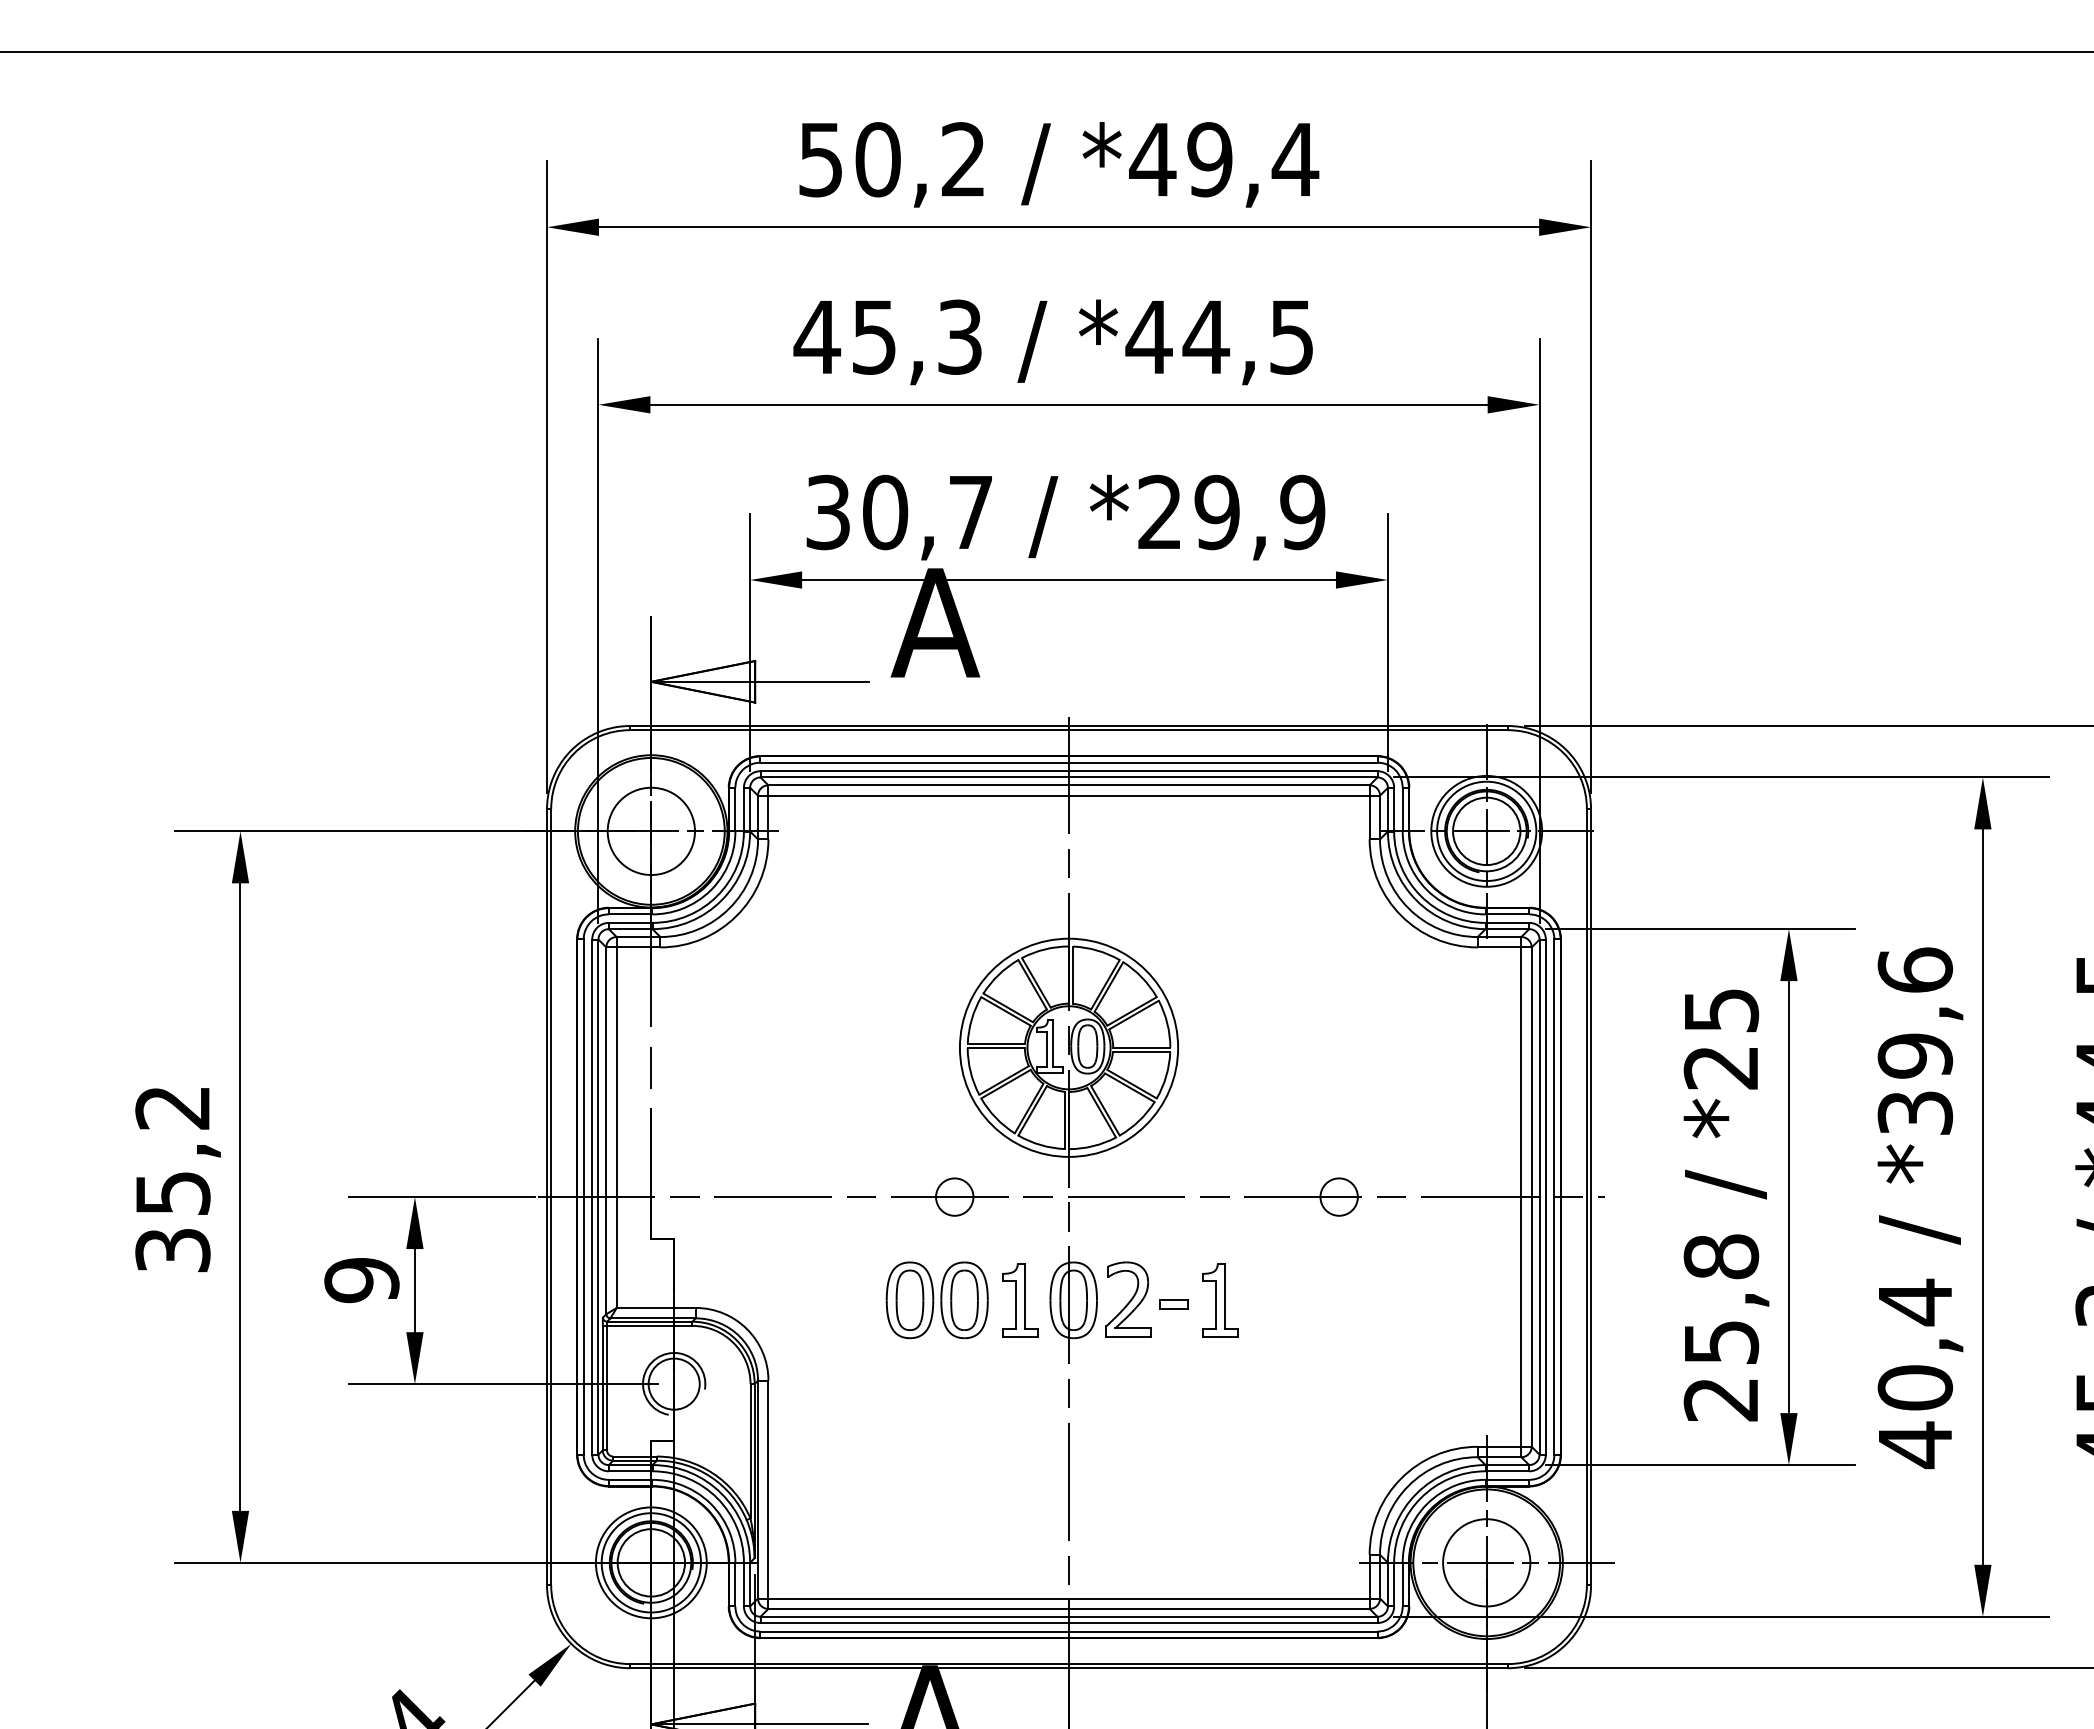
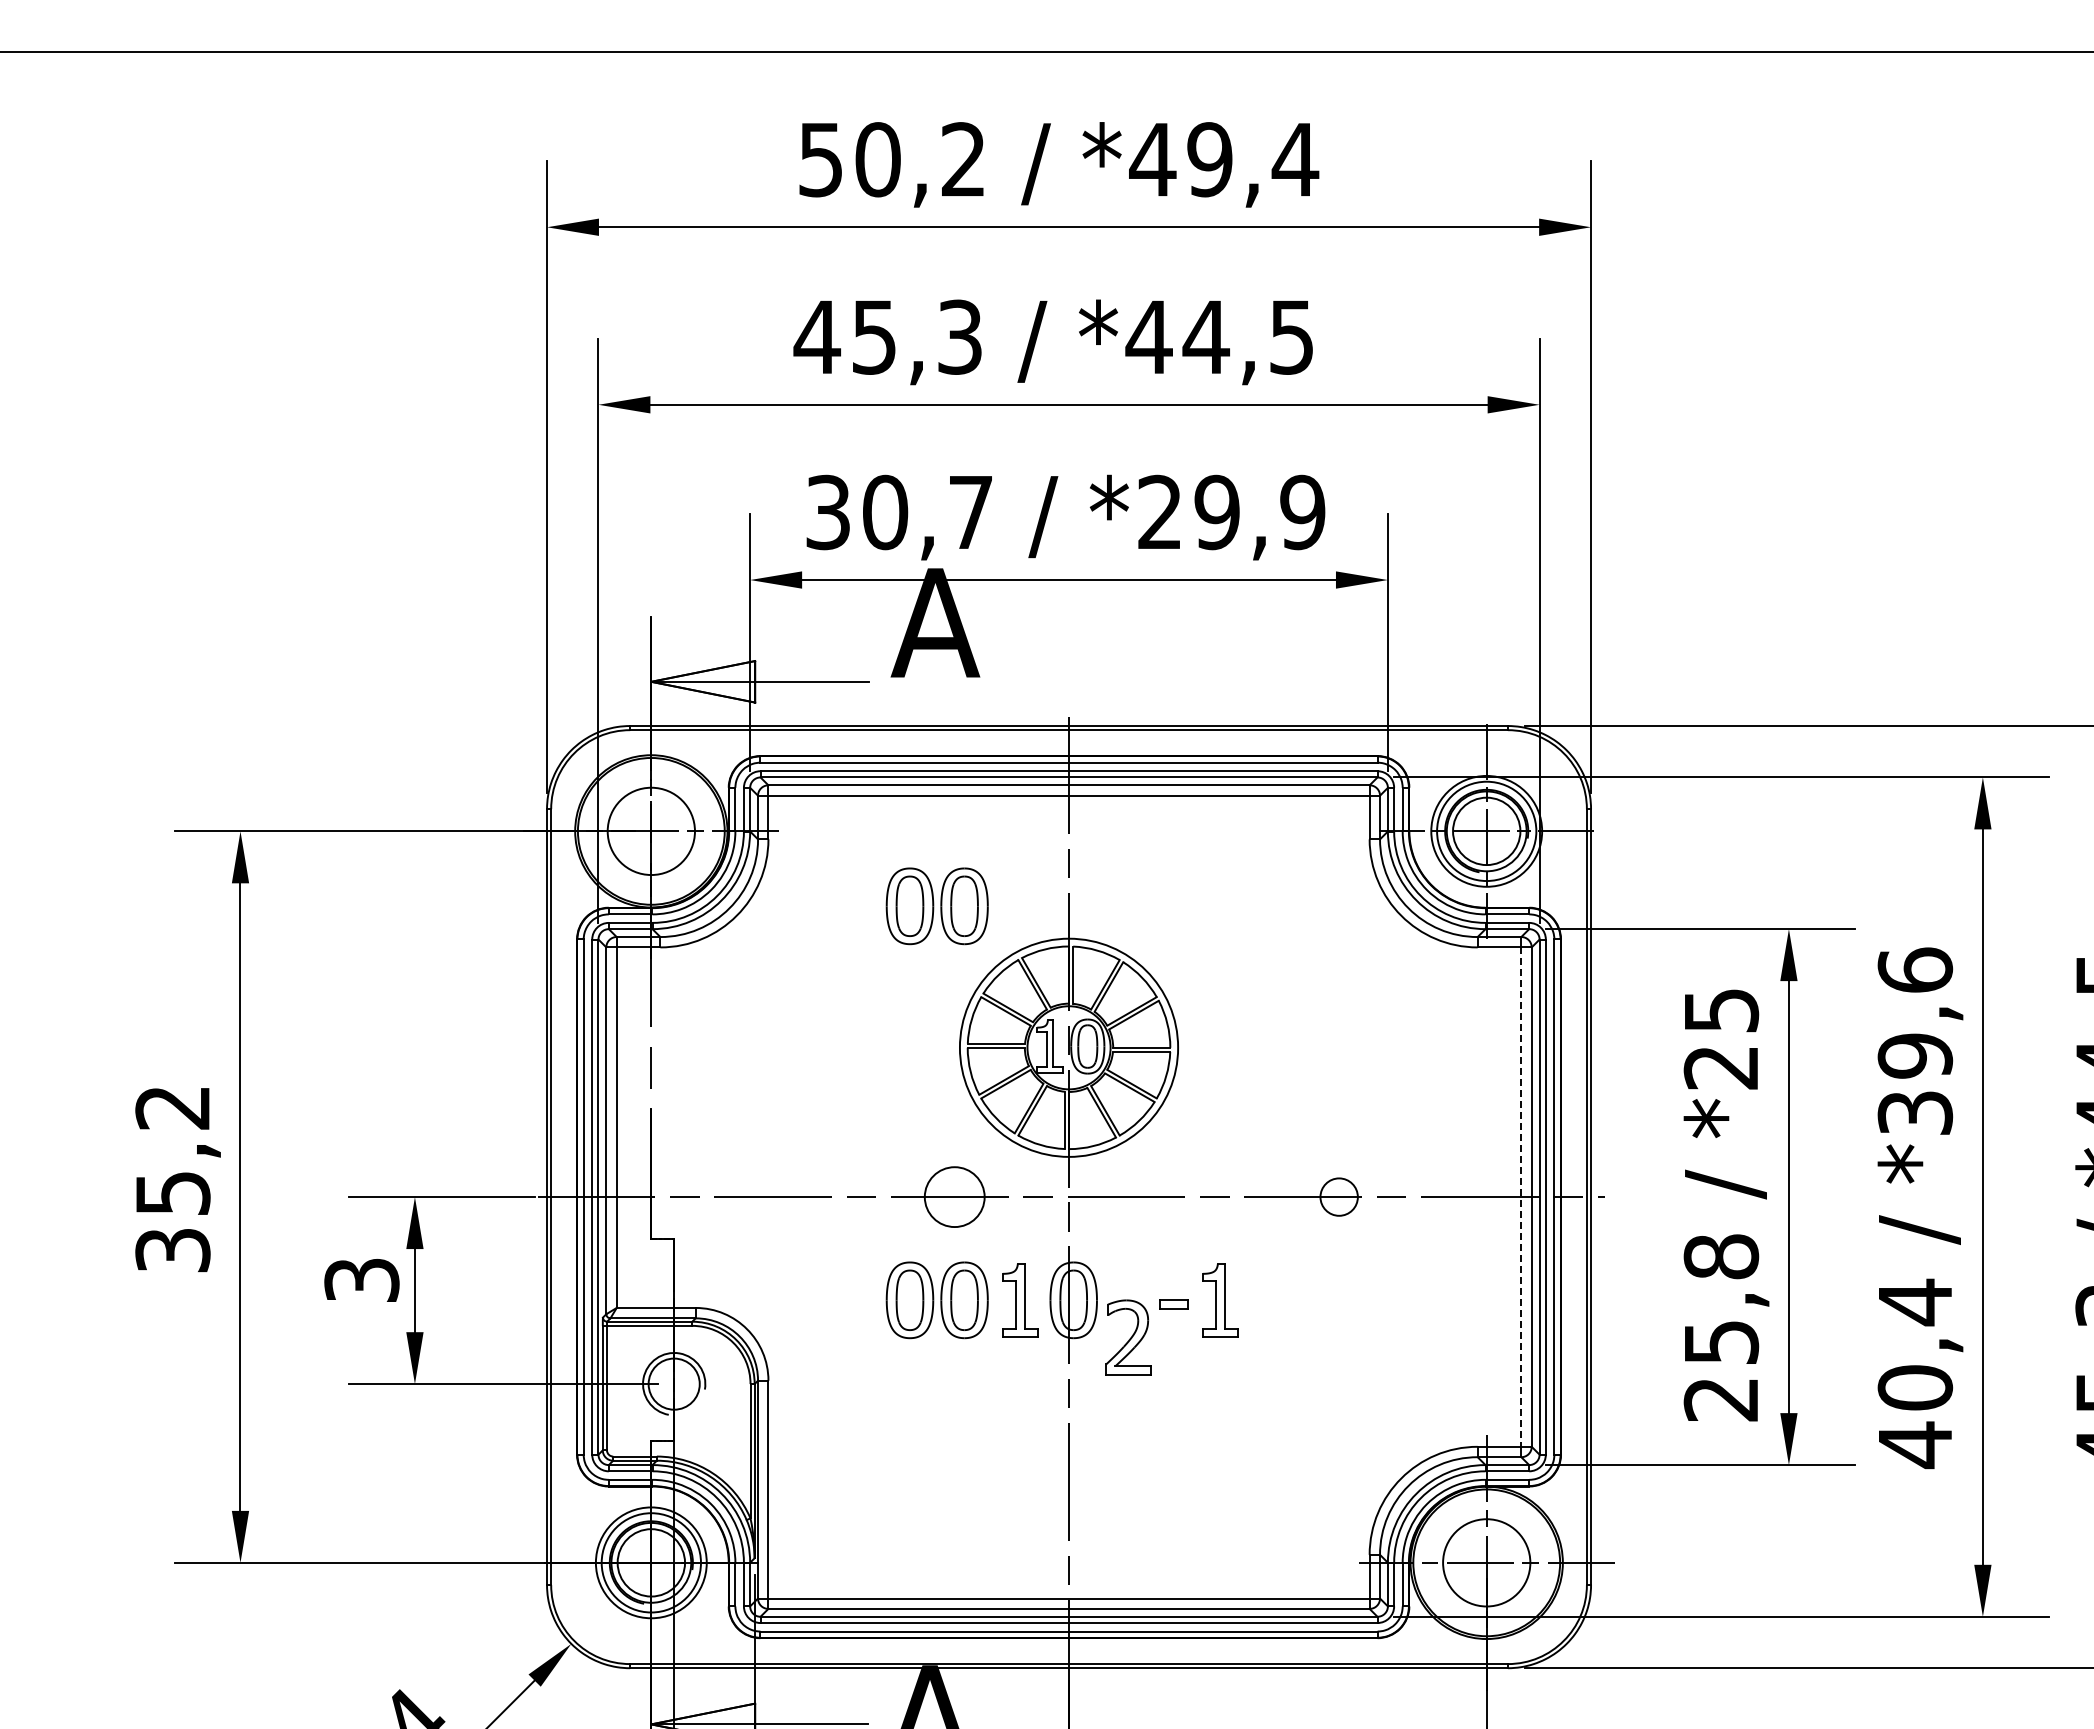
part at (936, 906): none -> present
circle at (954, 1196) diameter: 37 px -> 60 px
line at (1521, 1197): solid -> dashed
text at (361, 1280): 9 -> 3
part at (1128, 1299) position: (1128, 1299) -> (1128, 1337)
